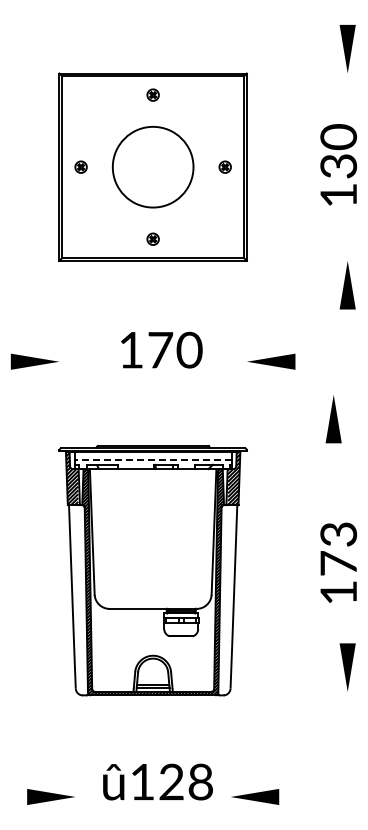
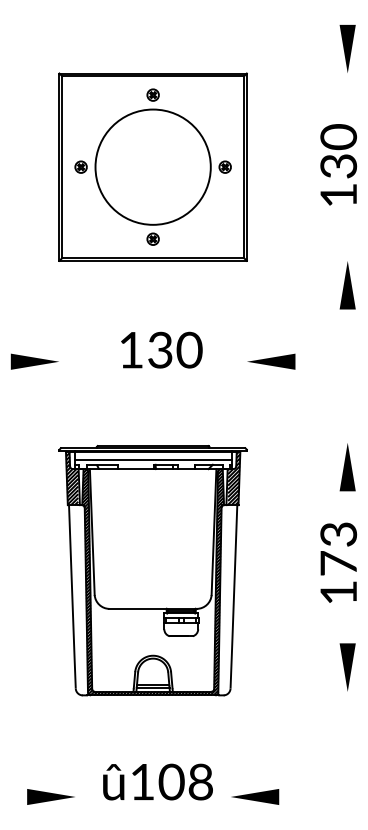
circle at (152, 166) diameter: 81 px -> 115 px
text at (160, 349): 170 -> 130
part at (333, 419) position: (333, 419) -> (347, 467)
line at (153, 459): dashed -> solid
text at (171, 782): 128 -> 108
